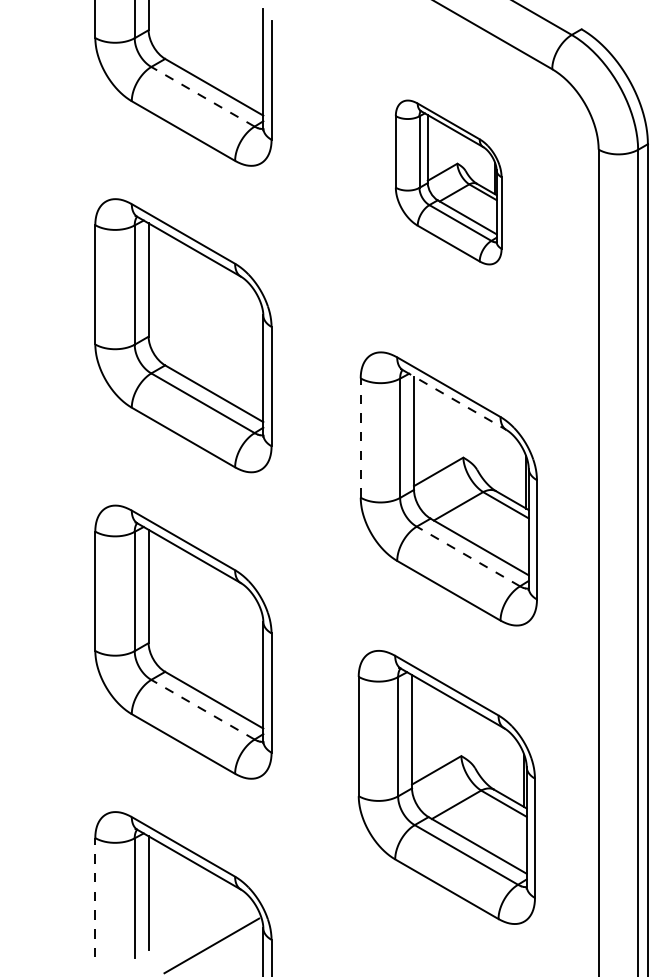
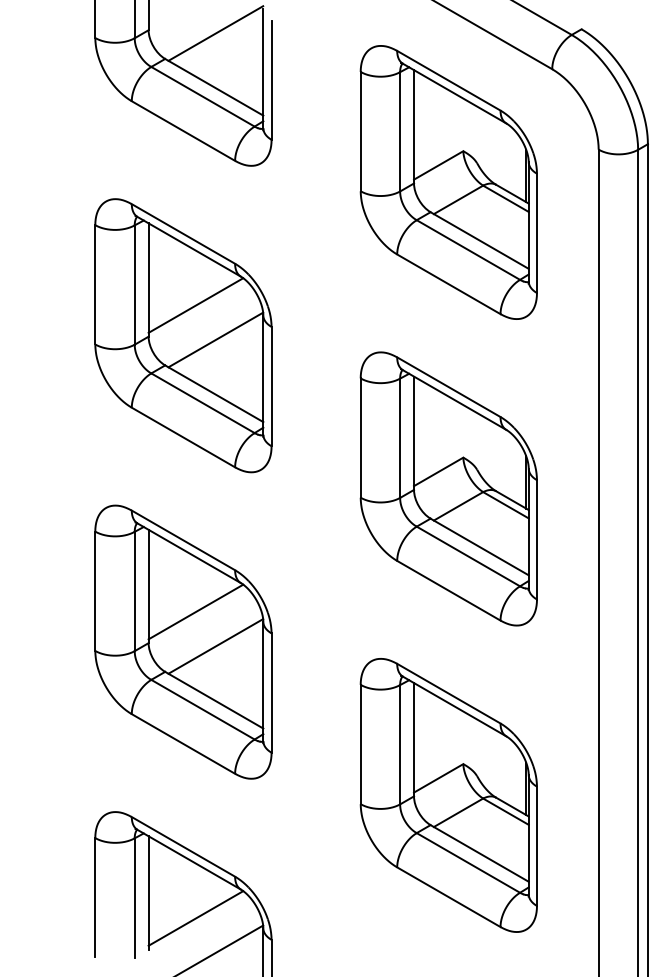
line at (215, 33): none -> present
line at (203, 96): dashed -> solid
part at (448, 182) size: 108x167 px -> 179x275 px
line at (195, 305): none -> present
line at (215, 339): none -> present
line at (454, 400): dashed -> solid
line at (360, 438): dashed -> solid
line at (468, 556): dashed -> solid
line at (195, 611): none -> present
line at (215, 646): none -> present
line at (203, 709): dashed -> solid
part at (446, 787) position: (446, 787) -> (448, 795)
line at (95, 897): dashed -> solid
line at (195, 918): none -> present
line at (211, 945) position: (211, 945) -> (221, 949)
